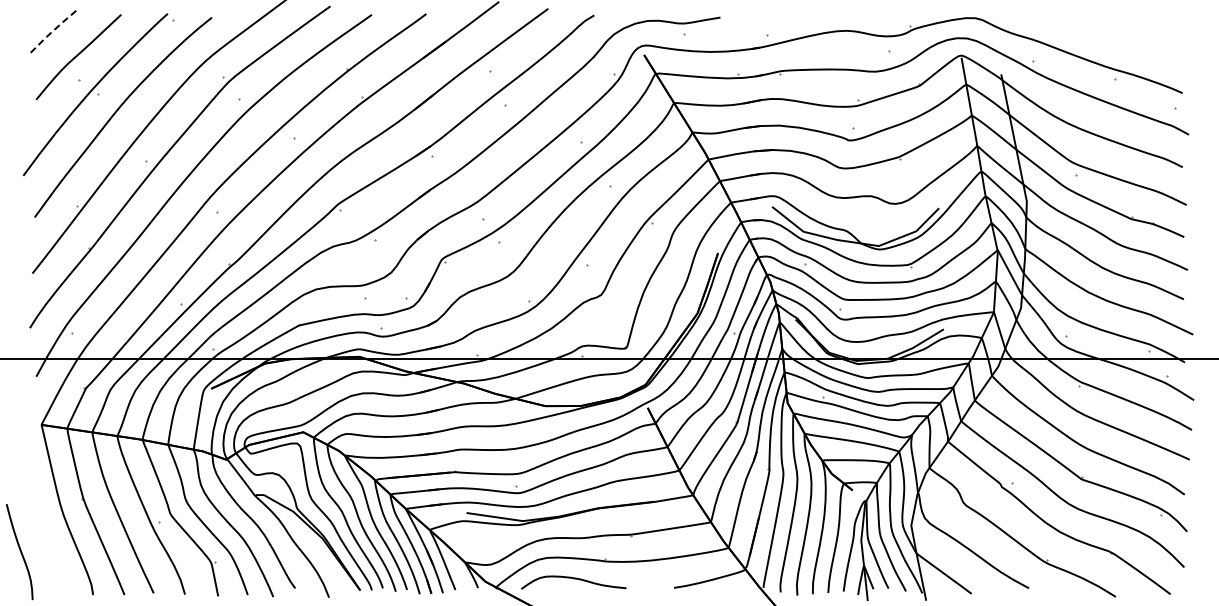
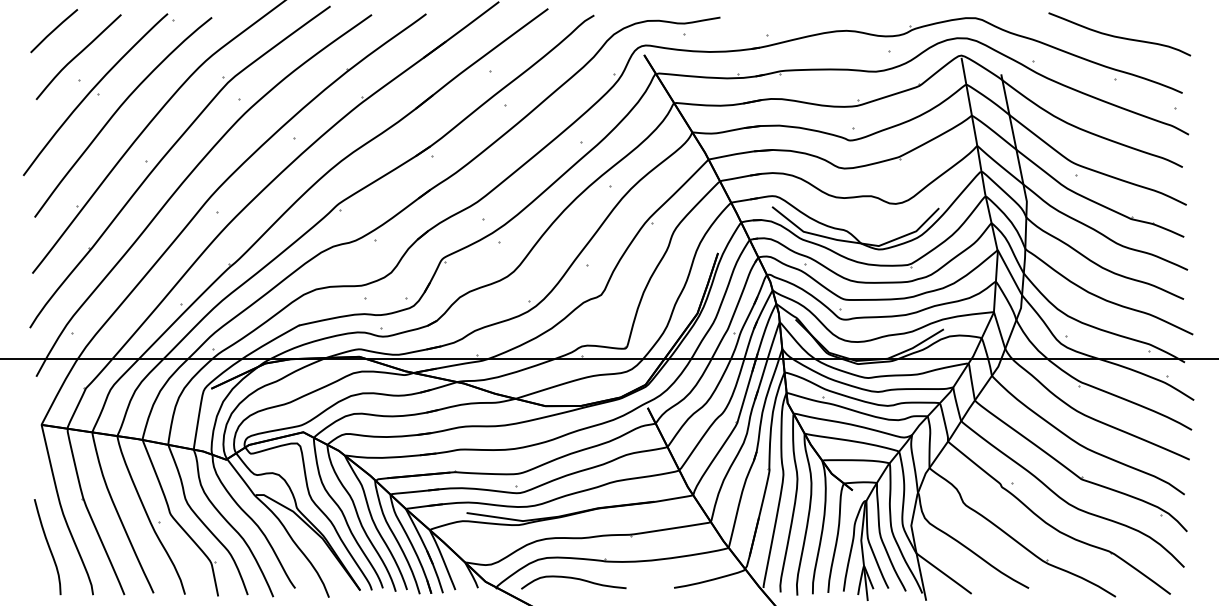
line at (54, 30): dashed -> solid
curve at (1119, 36): none -> present
curve at (20, 552) position: (20, 552) -> (48, 547)
